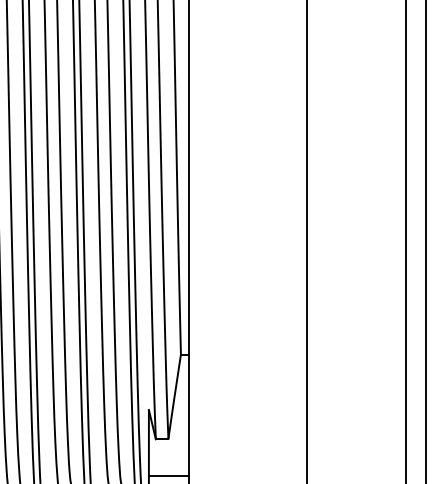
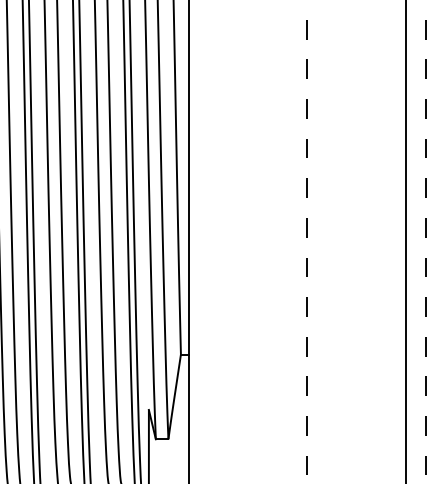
line at (307, 241): solid -> dashed
line at (426, 241): solid -> dashed
line at (168, 475): present -> none
